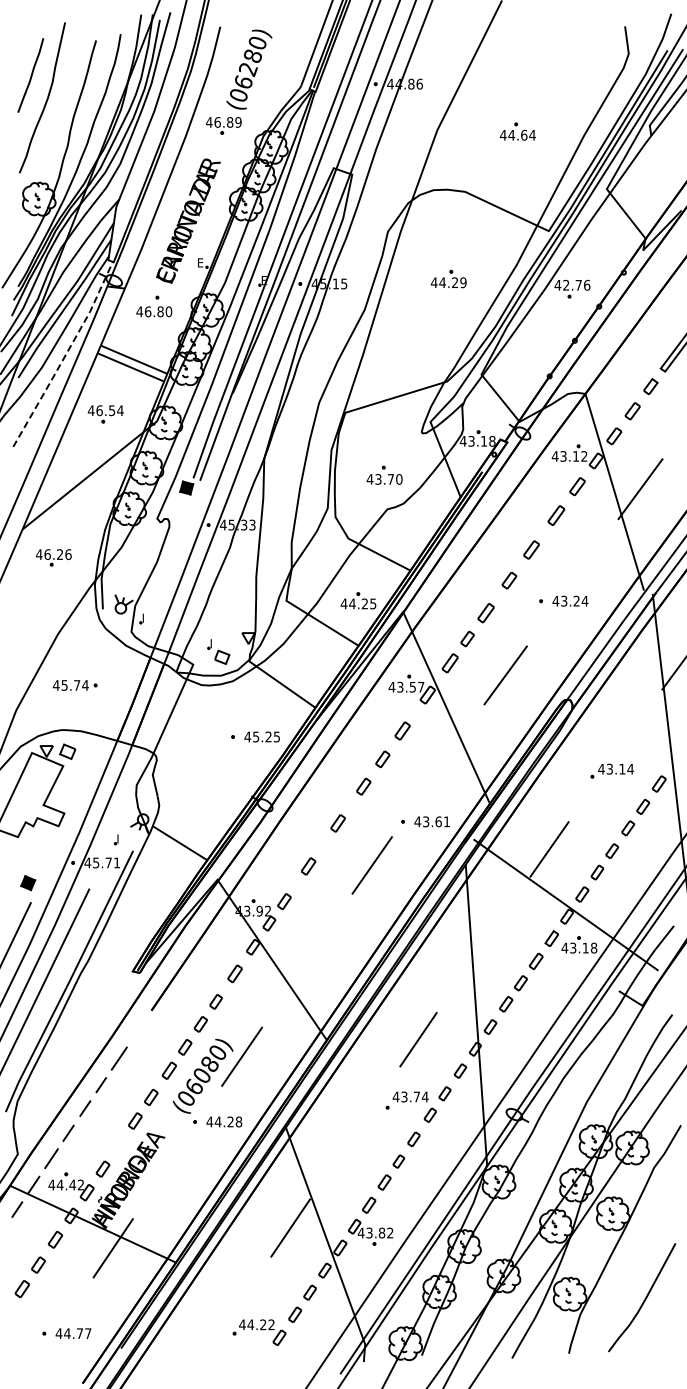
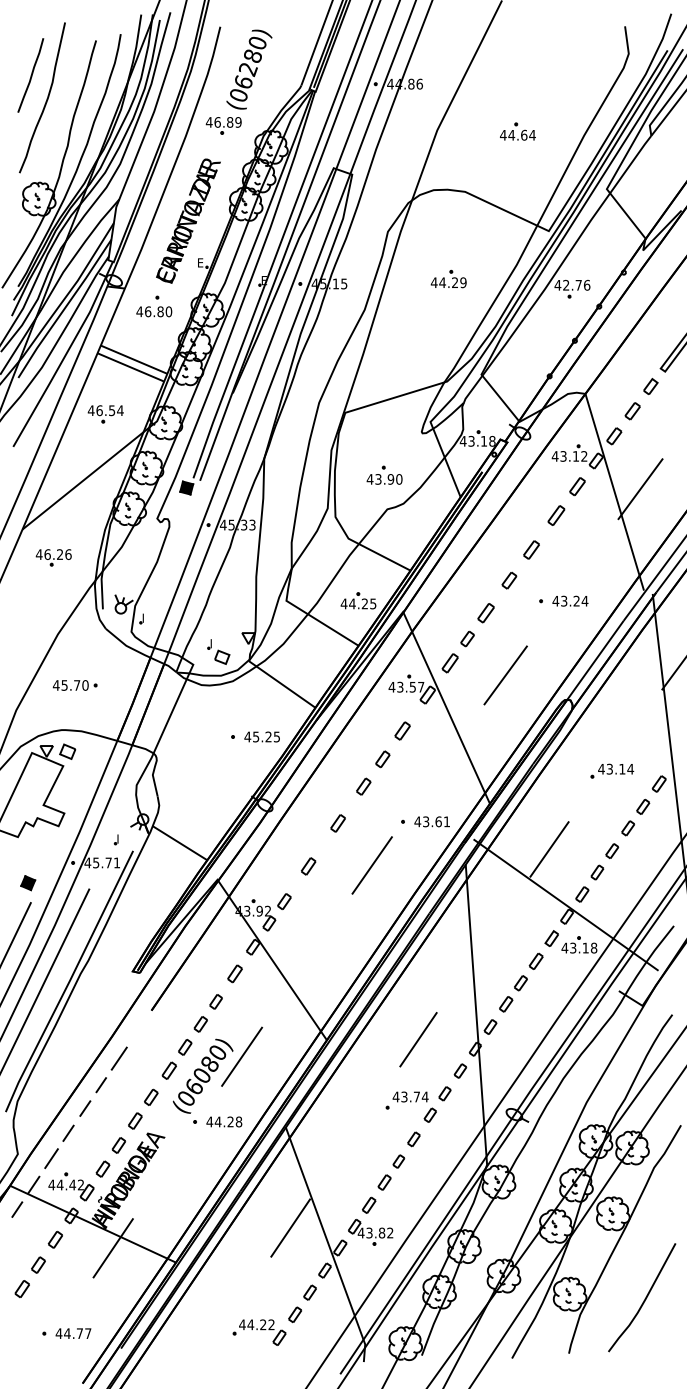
line at (65, 355): dashed -> solid
text at (390, 479): 43.70 -> 43.90
text at (85, 685): 45.74 -> 45.70
part at (118, 1145): none -> present
